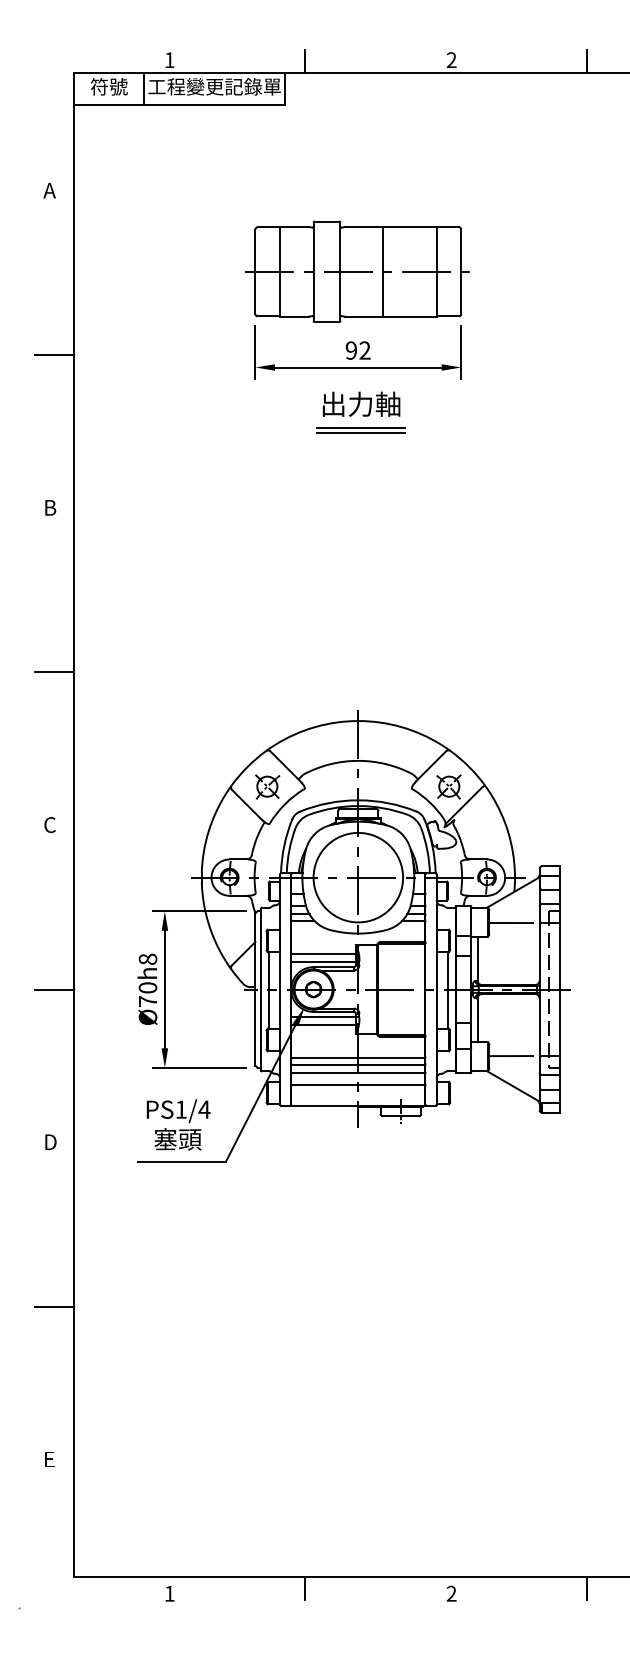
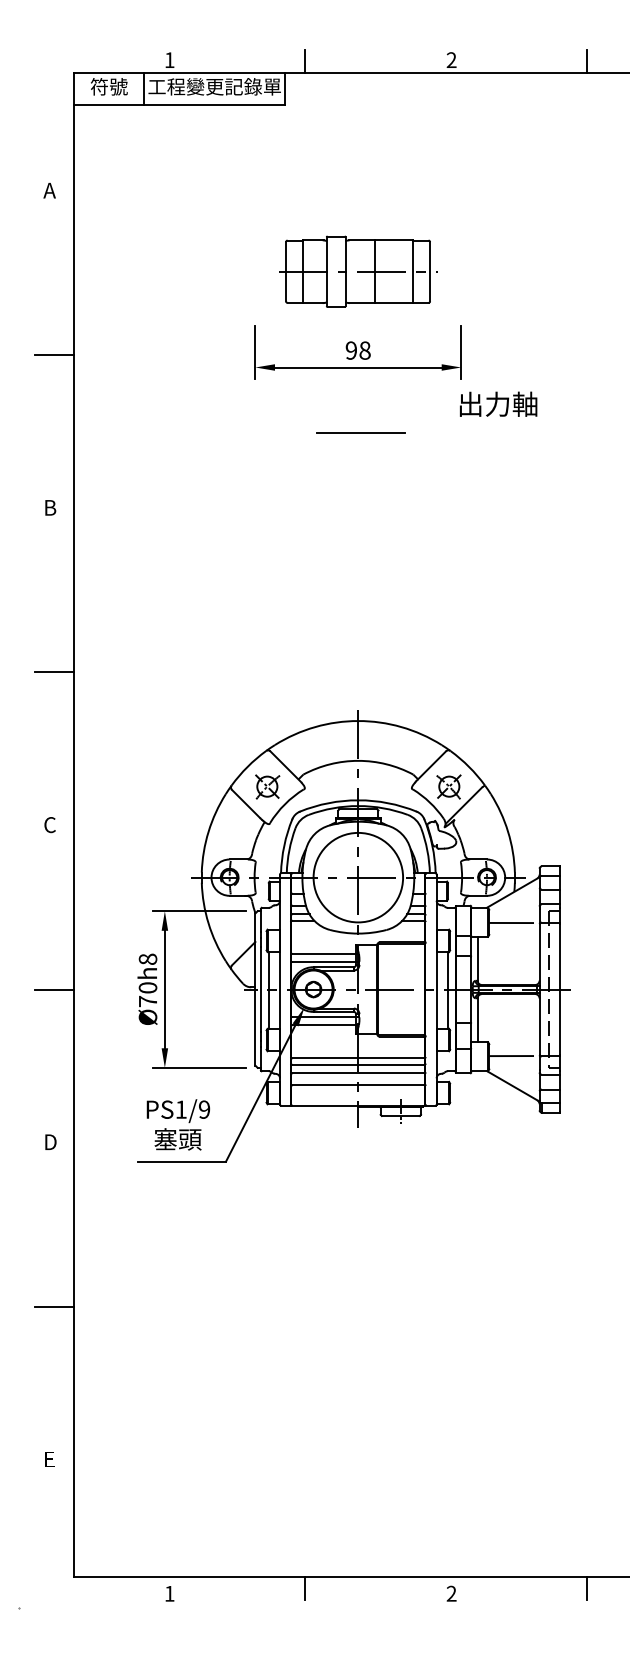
part at (357, 271) size: 225x103 px -> 159x73 px
text at (364, 350): 92 -> 98
text at (361, 403) position: (361, 403) -> (498, 403)
line at (360, 427): present -> none
text at (204, 1109): PS1/4 -> PS1/9
